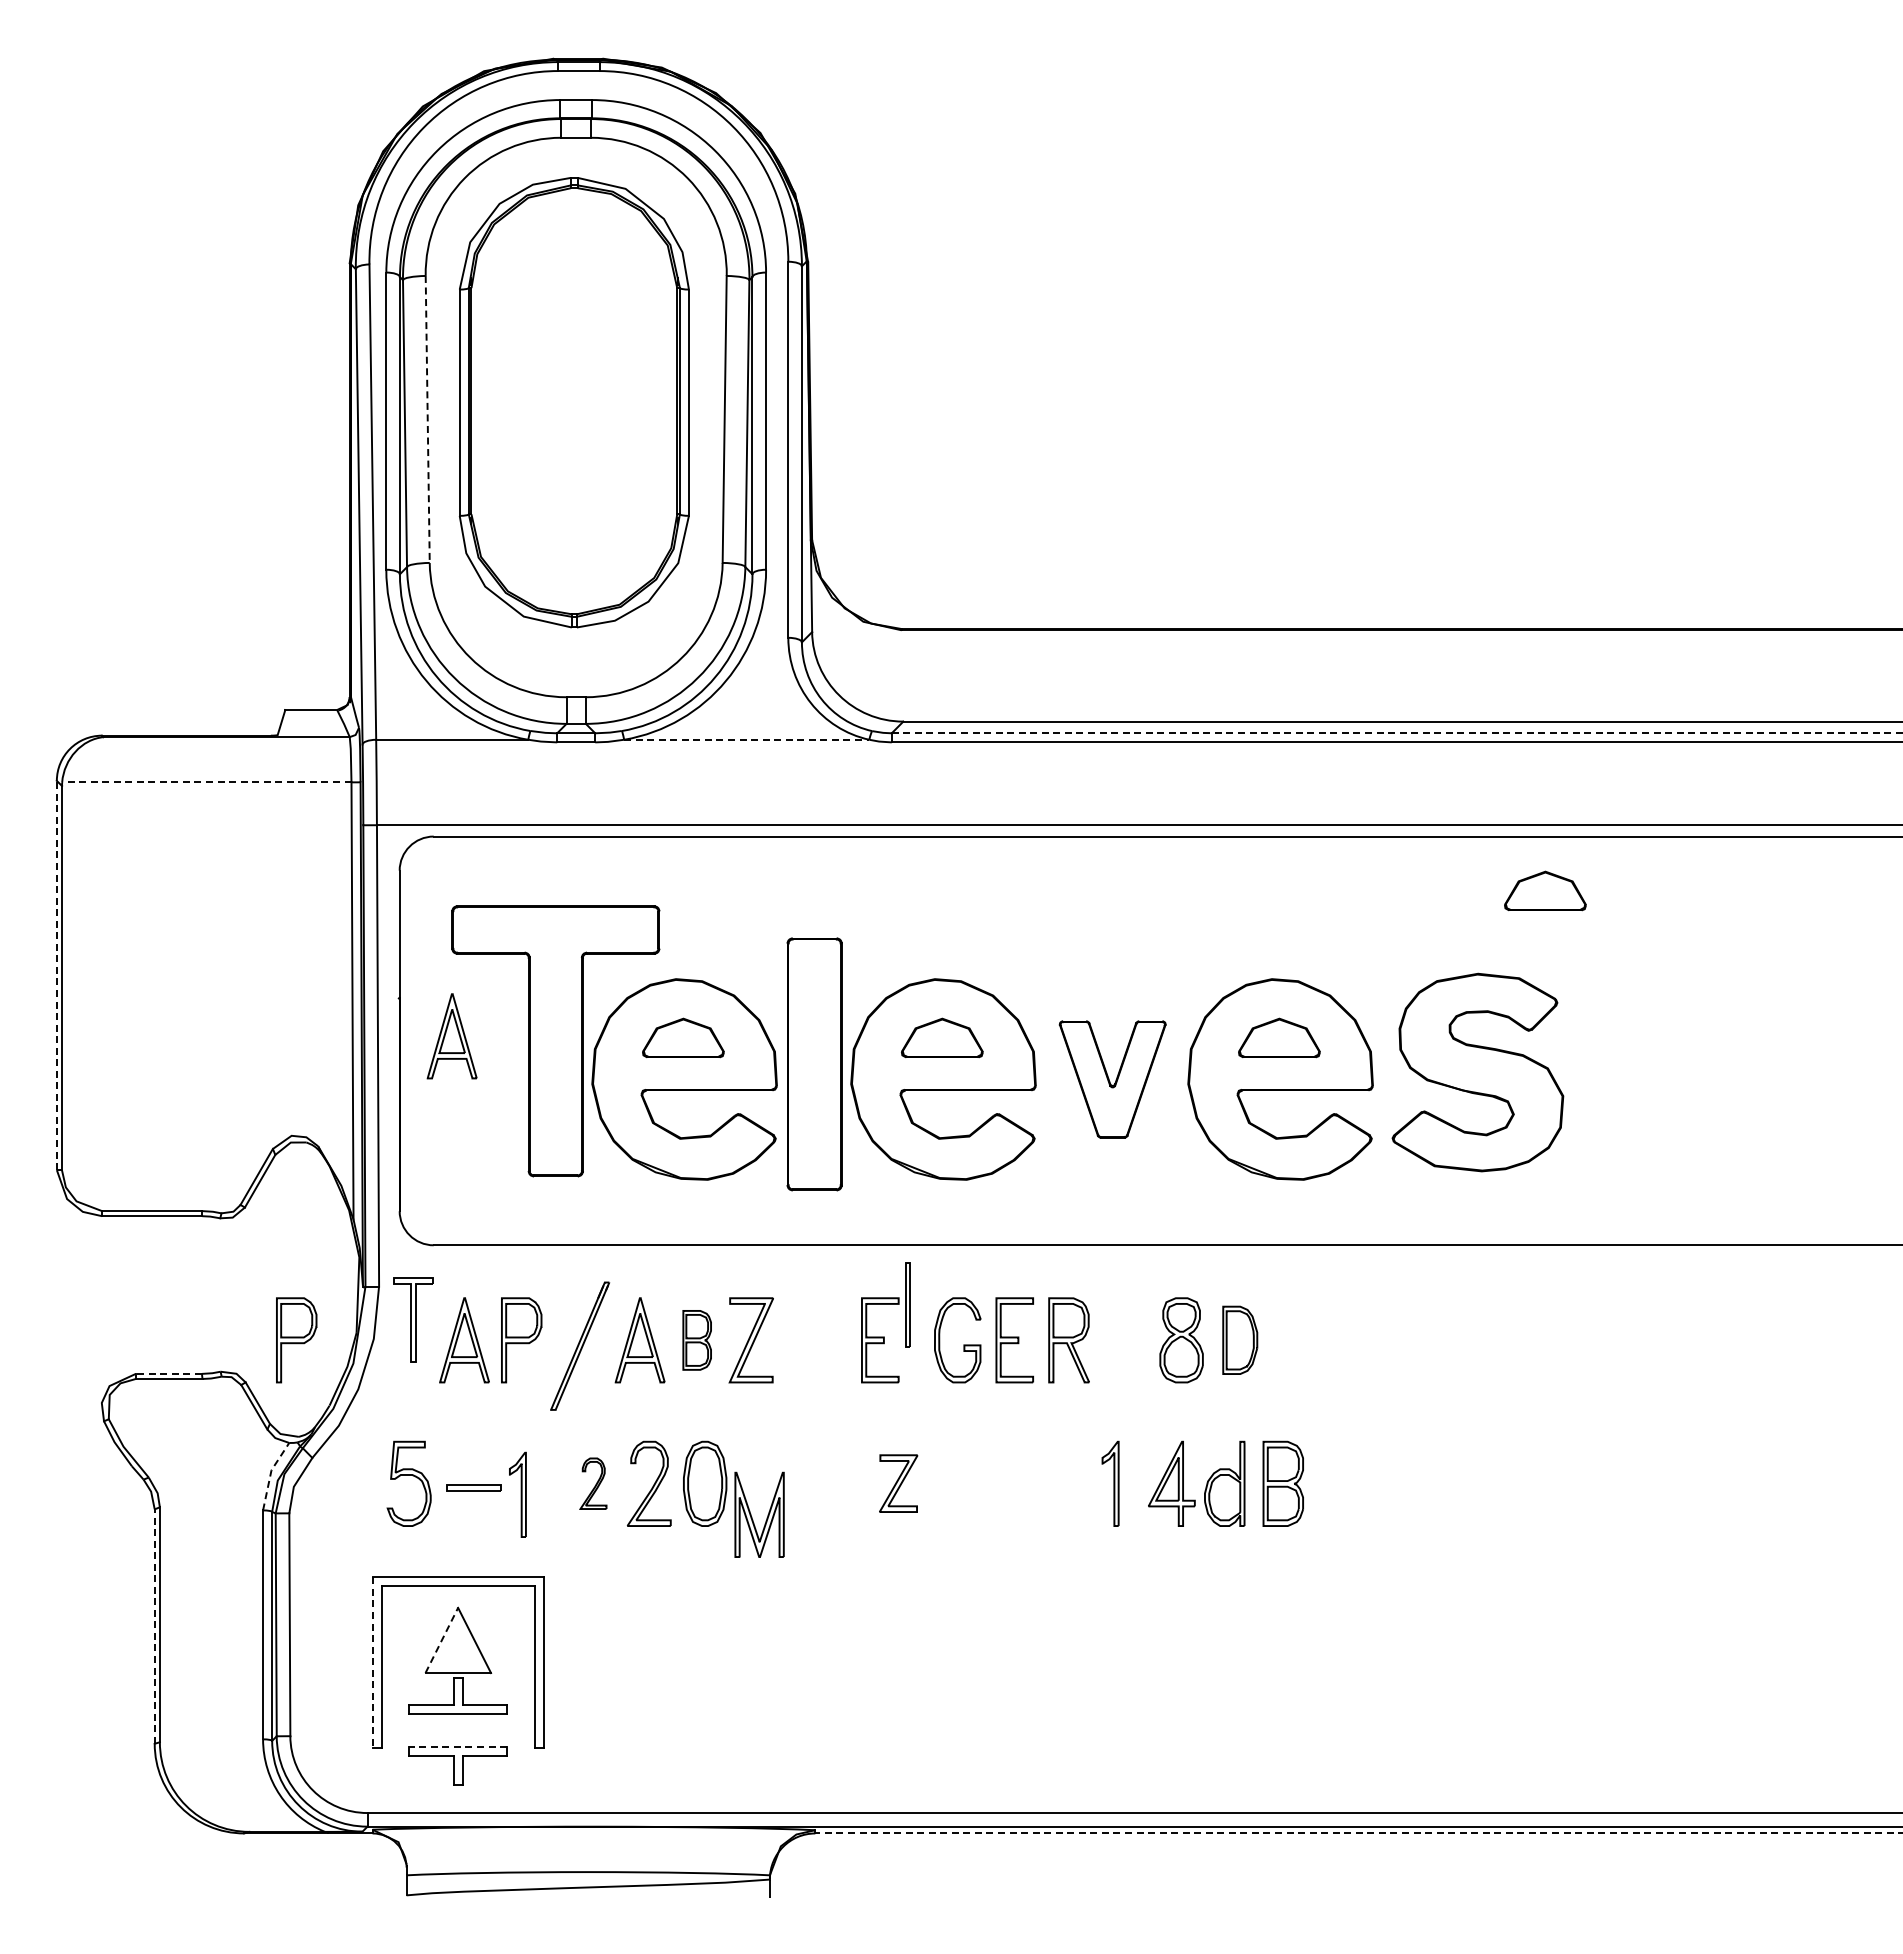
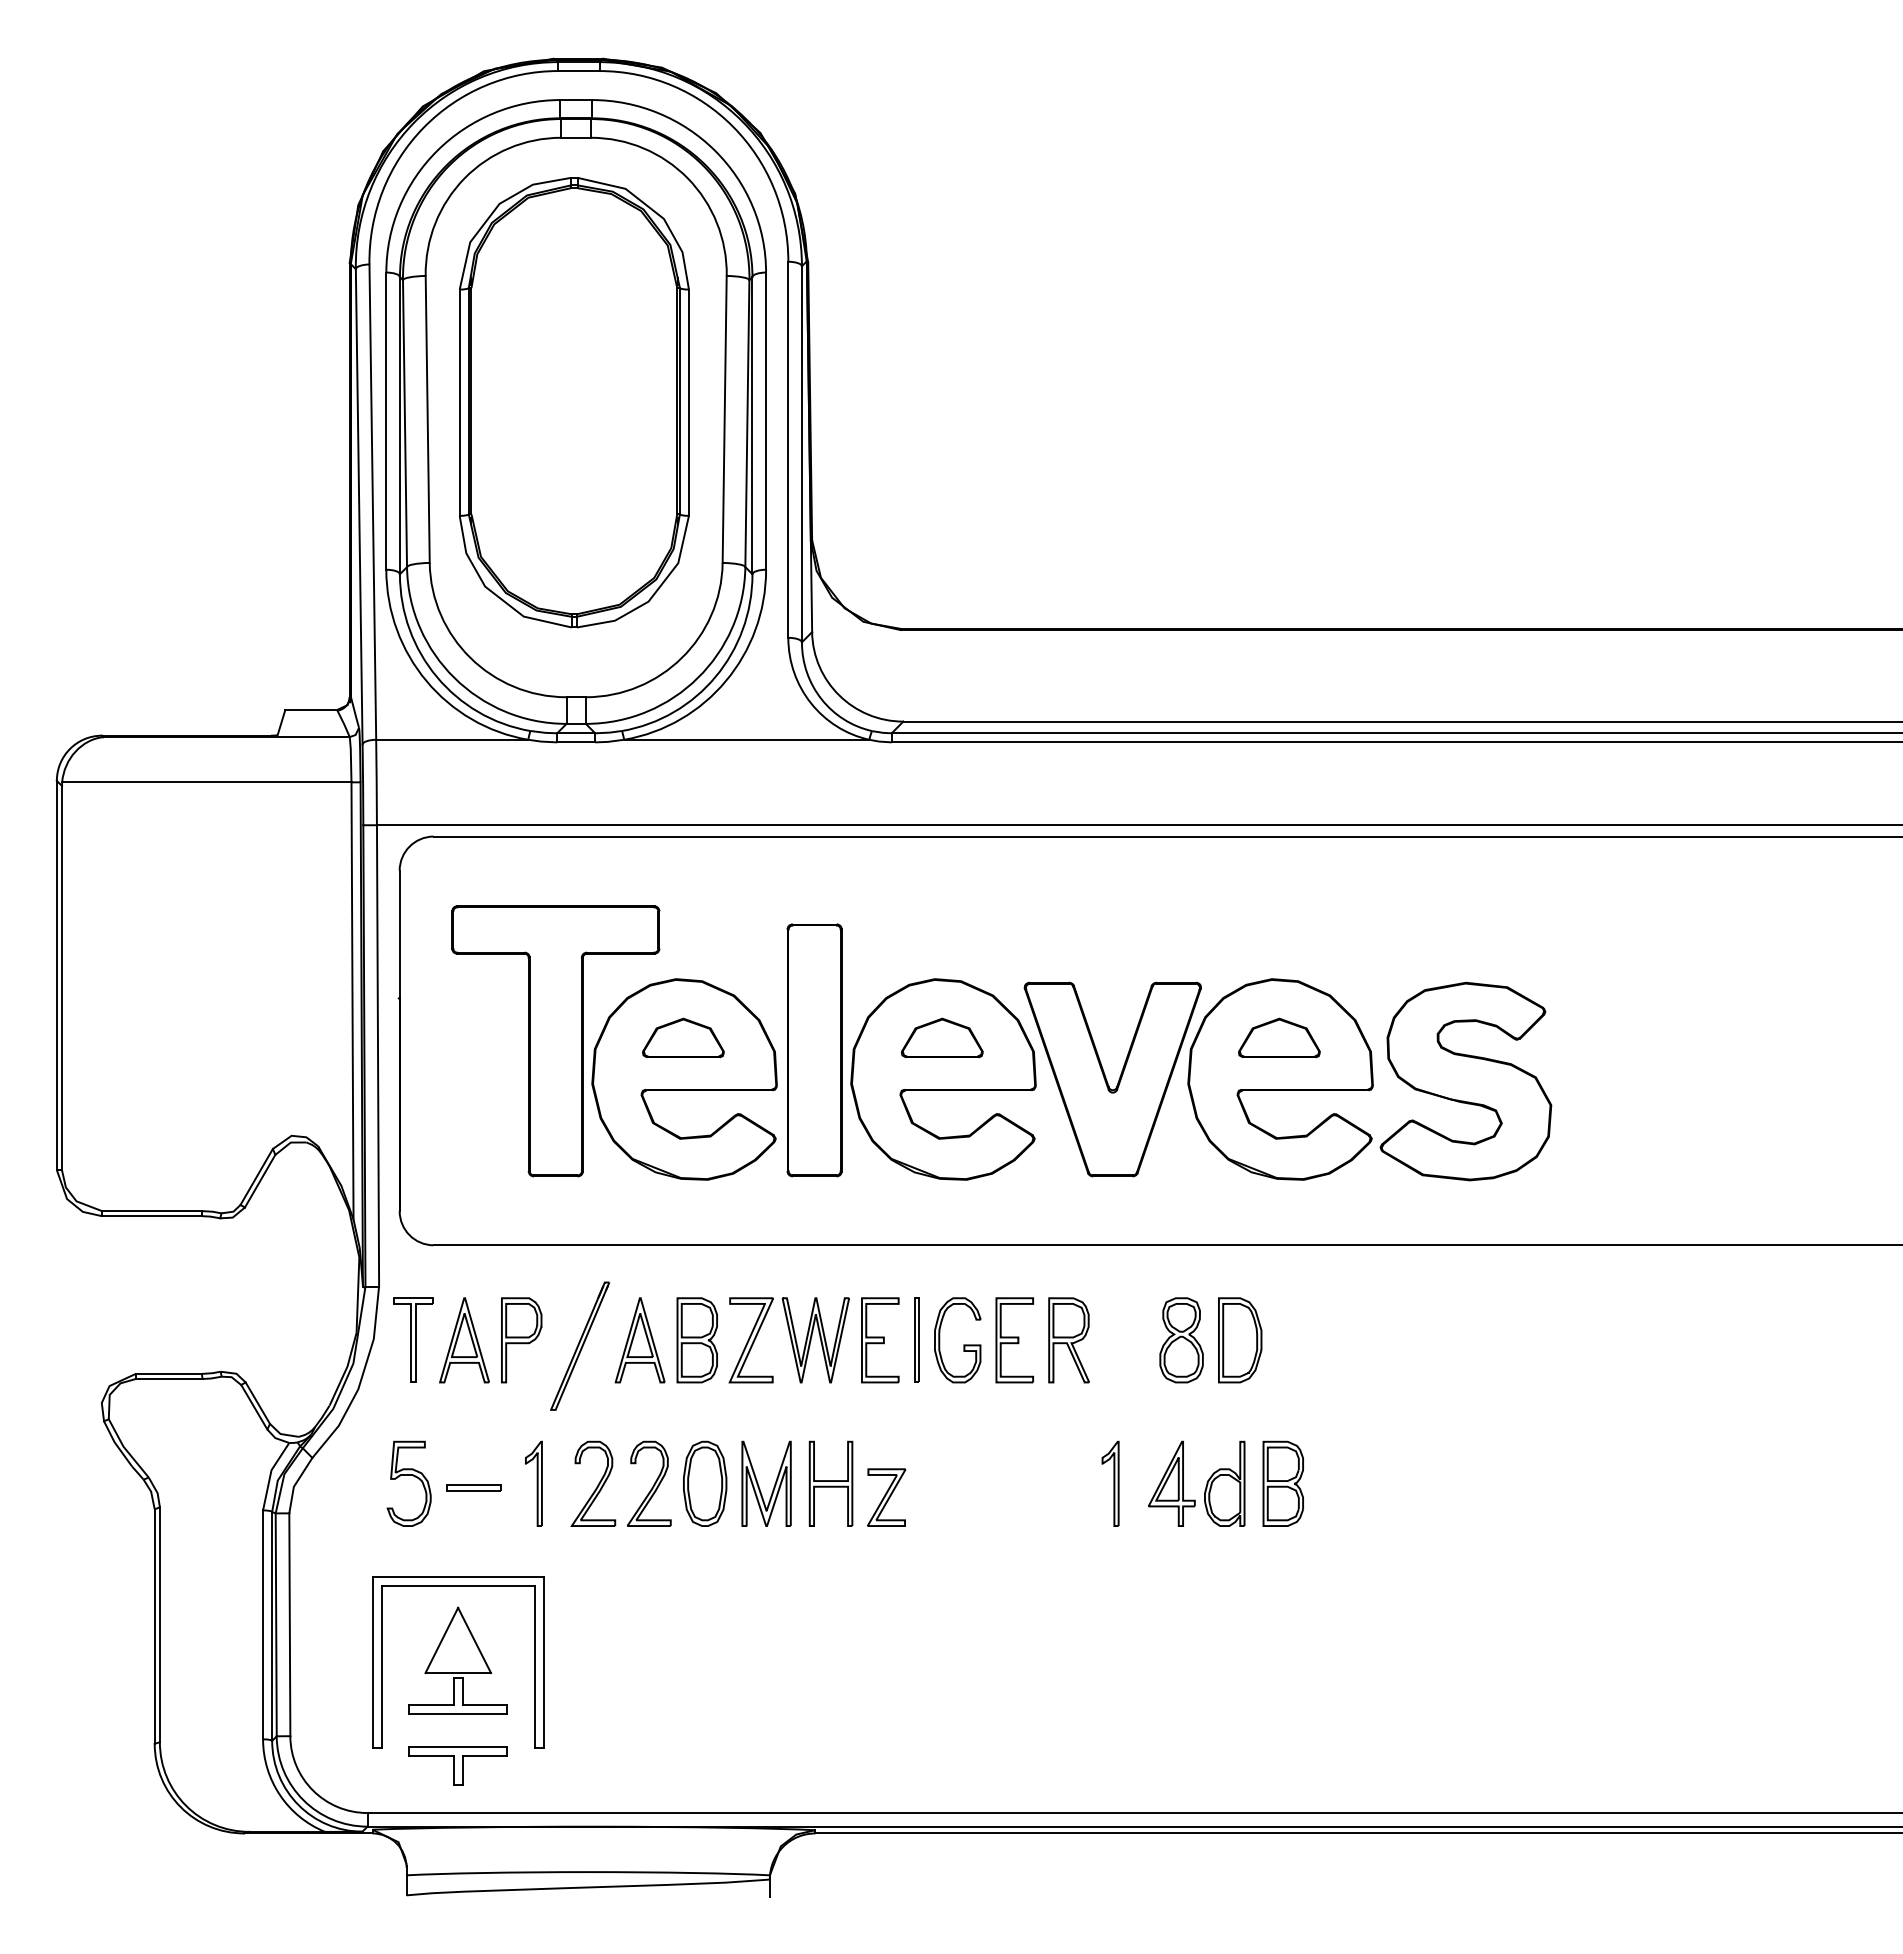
line at (427, 419): dashed -> solid
line at (1397, 733): dashed -> solid
line at (746, 739): dashed -> solid
line at (206, 782): dashed -> solid
part at (1545, 890): present -> none
line at (56, 975): dashed -> solid
part at (451, 1036): present -> none
part at (814, 1064) position: (814, 1064) -> (814, 1050)
part at (1477, 1072) position: (1477, 1072) -> (1465, 1081)
part at (1112, 1079) size: 109x119 px -> 179x197 px
part at (907, 1304) position: (907, 1304) -> (916, 1339)
part at (413, 1319) position: (413, 1319) -> (413, 1339)
part at (1240, 1339) size: 37x70 px -> 45x87 px
part at (296, 1340): present -> none
part at (696, 1340) size: 30x61 px -> 42x87 px
part at (815, 1340): none -> present
line at (168, 1373): dashed -> solid
line at (270, 1474): dashed -> solid
part at (593, 1483) size: 29x53 px -> 47x87 px
part at (830, 1483): none -> present
part at (898, 1483) position: (898, 1483) -> (886, 1497)
part at (517, 1494) position: (517, 1494) -> (533, 1483)
part at (752, 1517) position: (752, 1517) -> (759, 1486)
line at (154, 1626): dashed -> solid
line at (442, 1640): dashed -> solid
line at (373, 1663): dashed -> solid
line at (458, 1747): dashed -> solid
line at (1358, 1833): dashed -> solid
